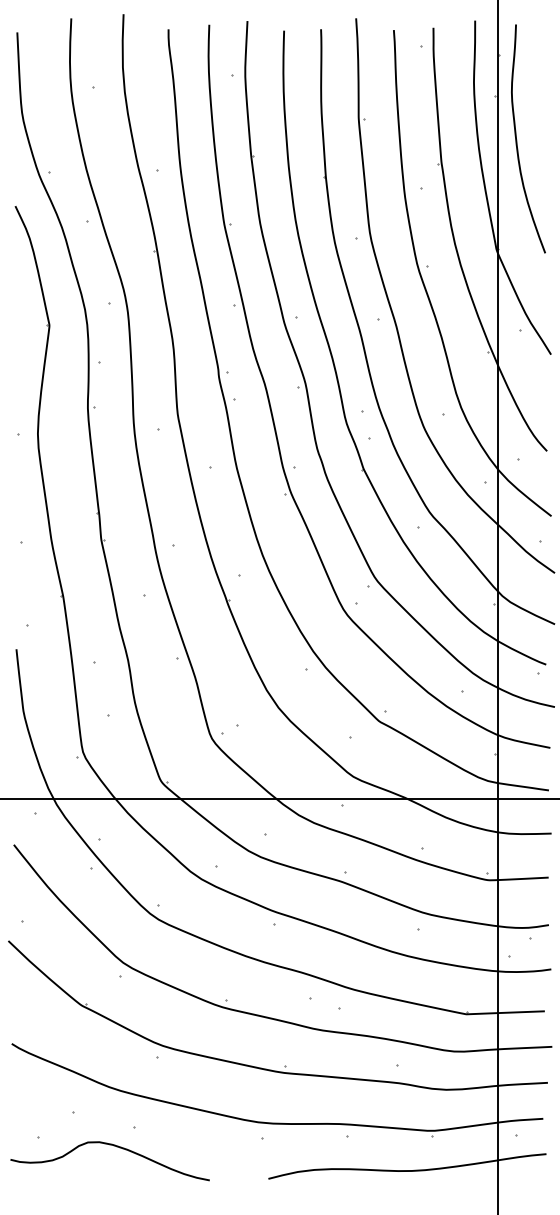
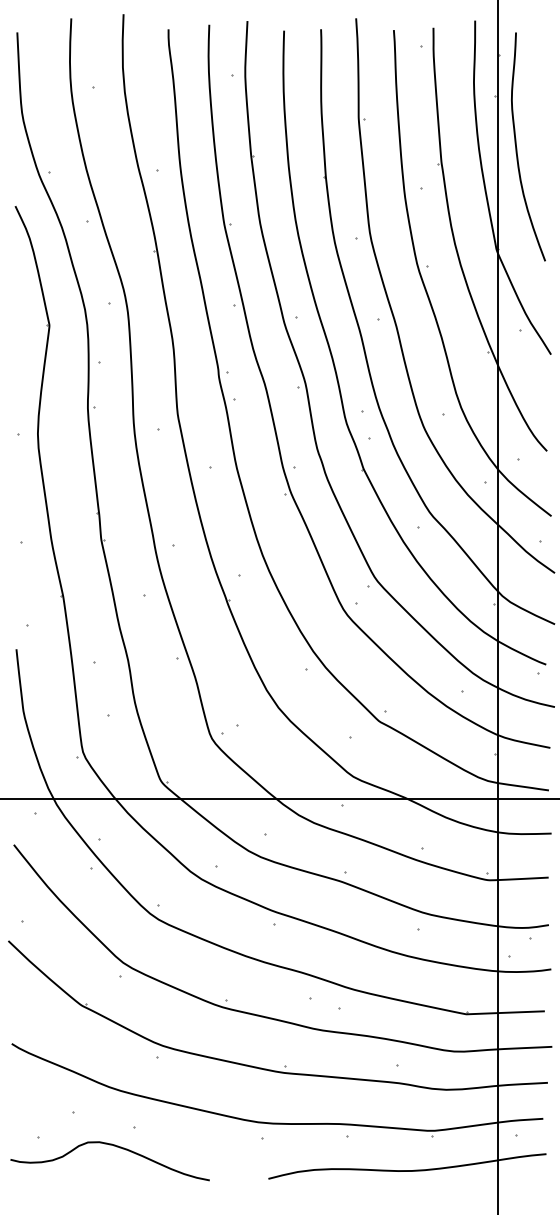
curve at (517, 139) position: (517, 139) -> (517, 147)
